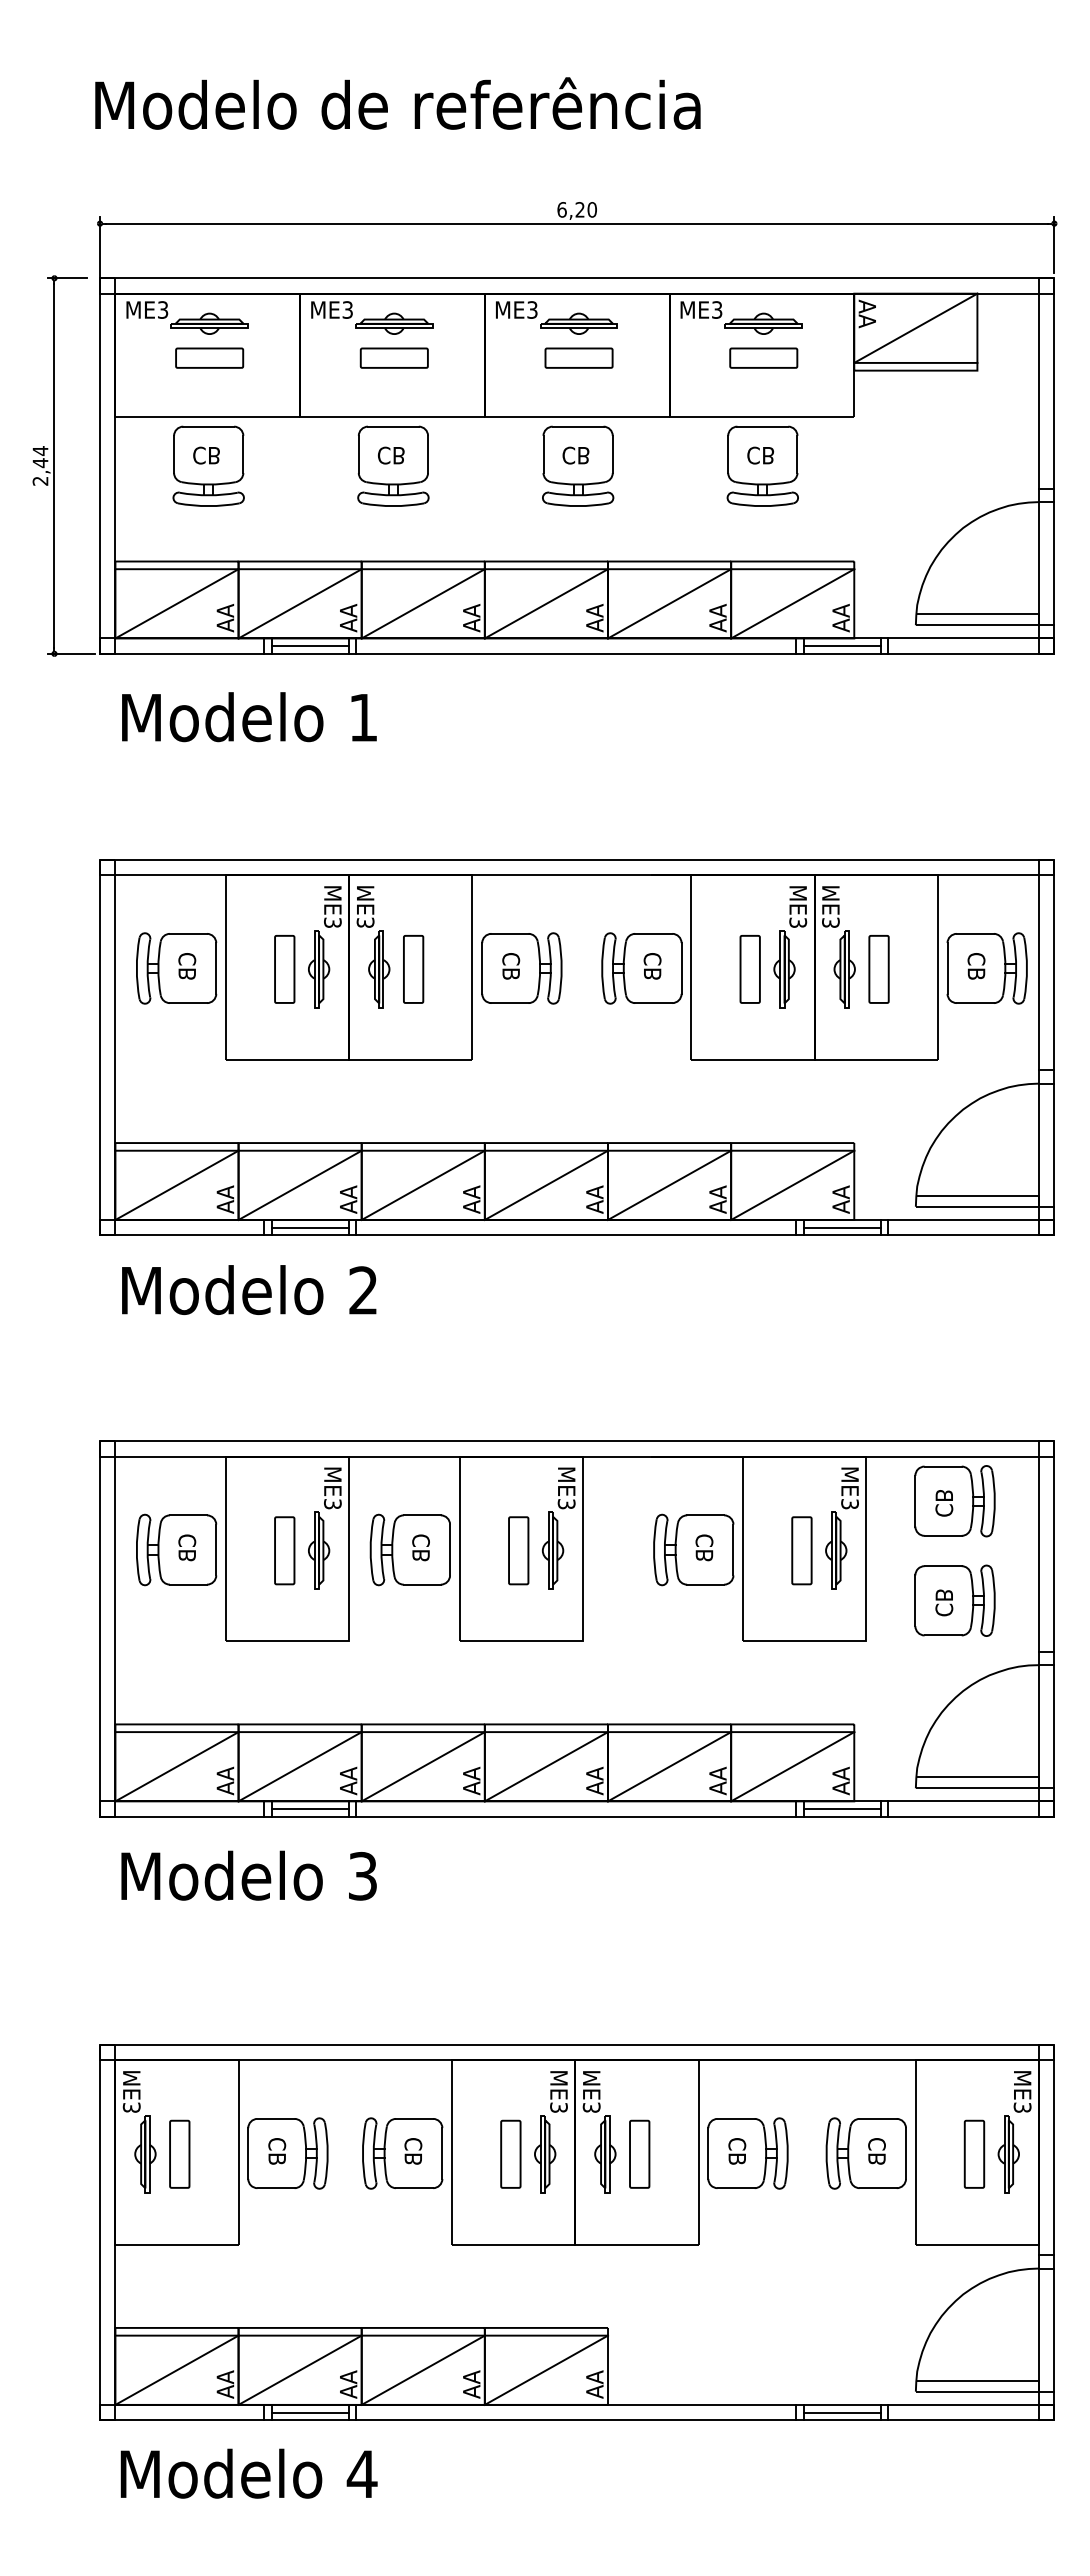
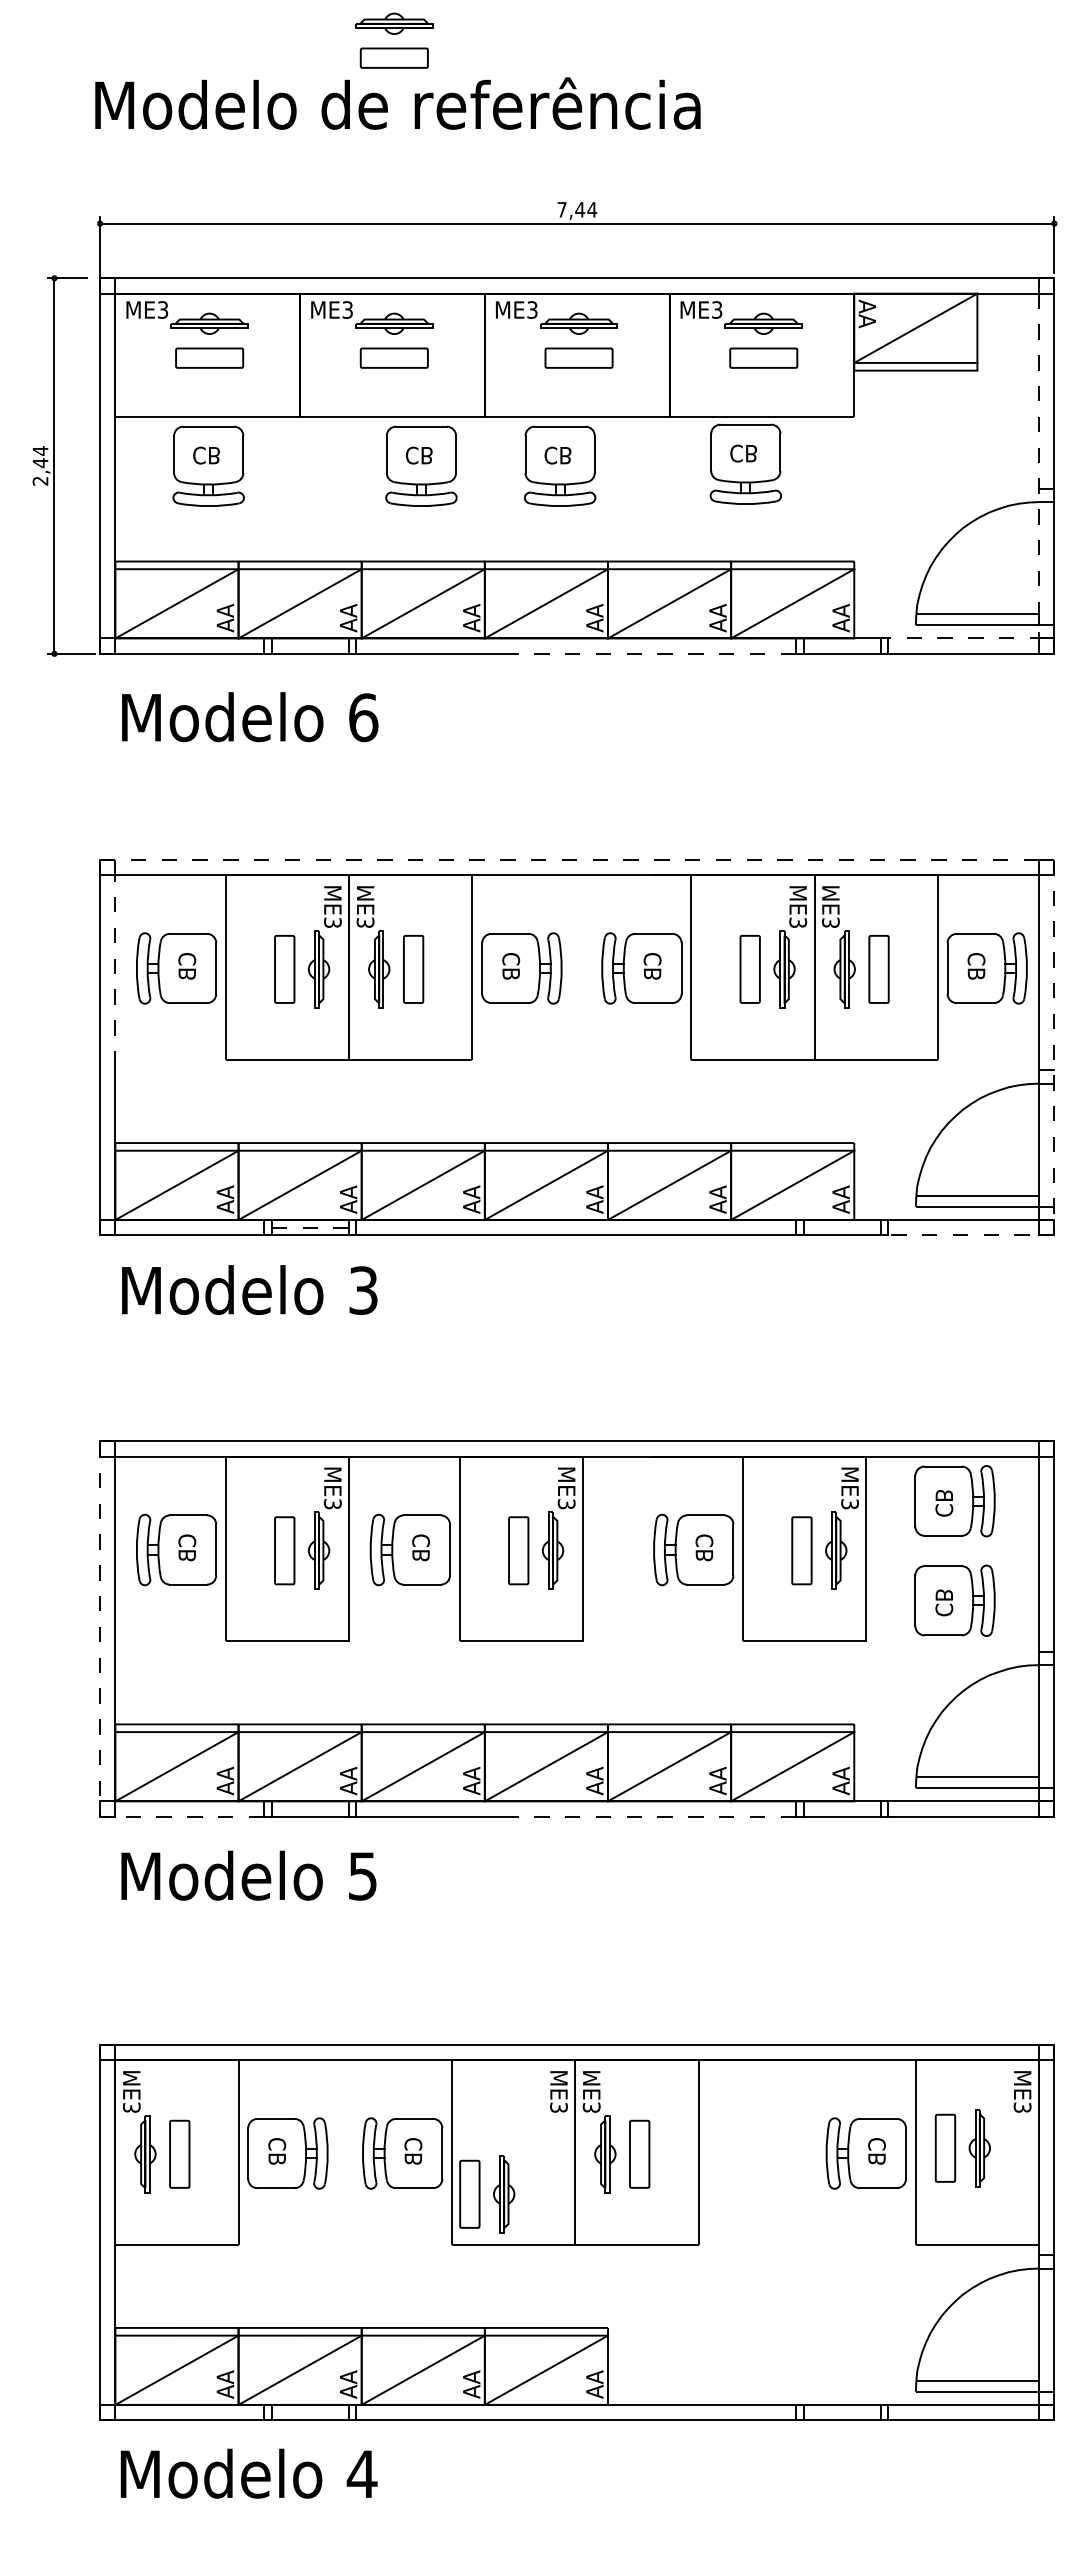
part at (394, 40): none -> present
text at (577, 209): 6,20 -> 7,44
part at (393, 465) position: (393, 465) -> (421, 465)
part at (578, 465) position: (578, 465) -> (560, 465)
part at (762, 465) position: (762, 465) -> (745, 463)
line at (1038, 541): solid -> dashed
line at (309, 646): present -> none
line at (841, 646): present -> none
line at (650, 653): solid -> dashed
text at (363, 717): 1 -> 6
line at (849, 859): solid -> dashed
line at (115, 969): solid -> dashed
line at (310, 1227): solid -> dashed
line at (841, 1227): present -> none
text at (363, 1290): 2 -> 3
line at (100, 1710): solid -> dashed
line at (309, 1809): present -> none
line at (841, 1809): present -> none
line at (650, 1816): solid -> dashed
text at (362, 1875): 3 -> 5
part at (747, 2153): present -> none
part at (528, 2154) position: (528, 2154) -> (487, 2194)
part at (991, 2154) position: (991, 2154) -> (962, 2148)
line at (309, 2412): present -> none
line at (841, 2412): present -> none
